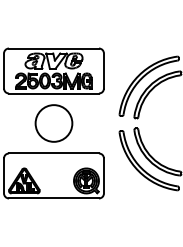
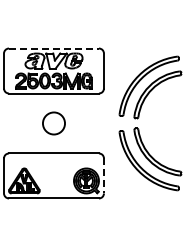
line at (54, 48): solid -> dashed
circle at (53, 123) diameter: 37 px -> 22 px
line at (103, 176): solid -> dashed
